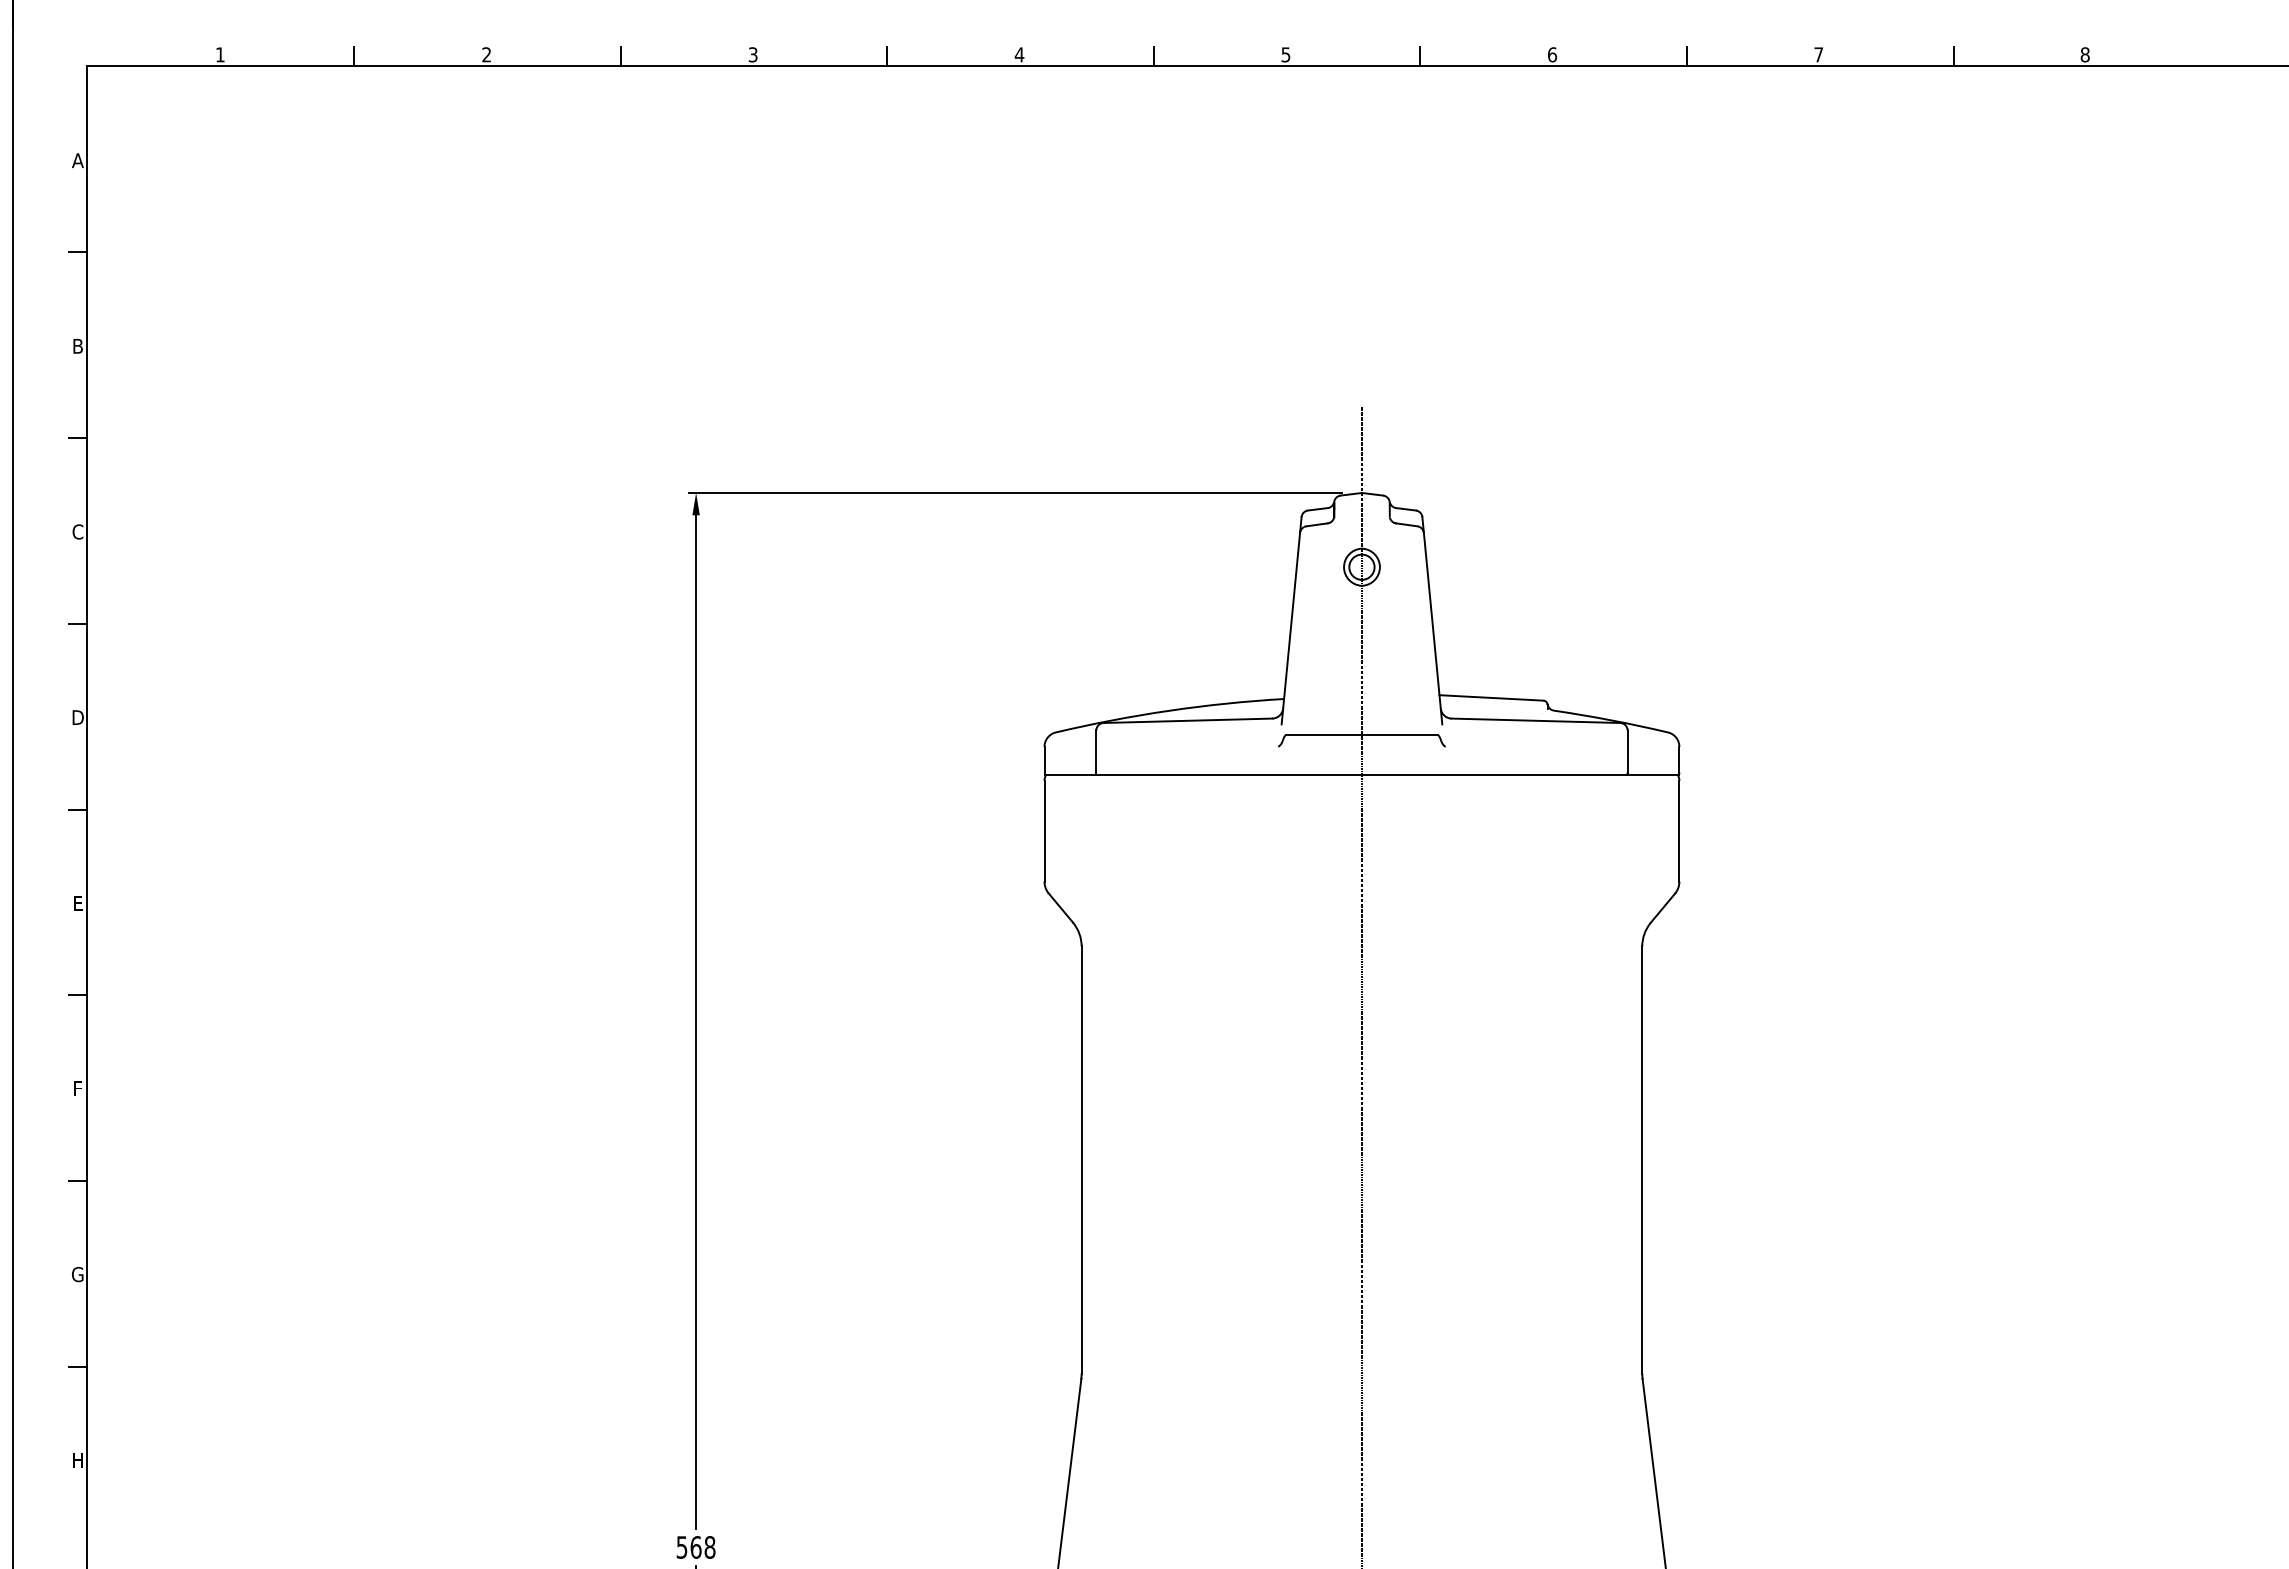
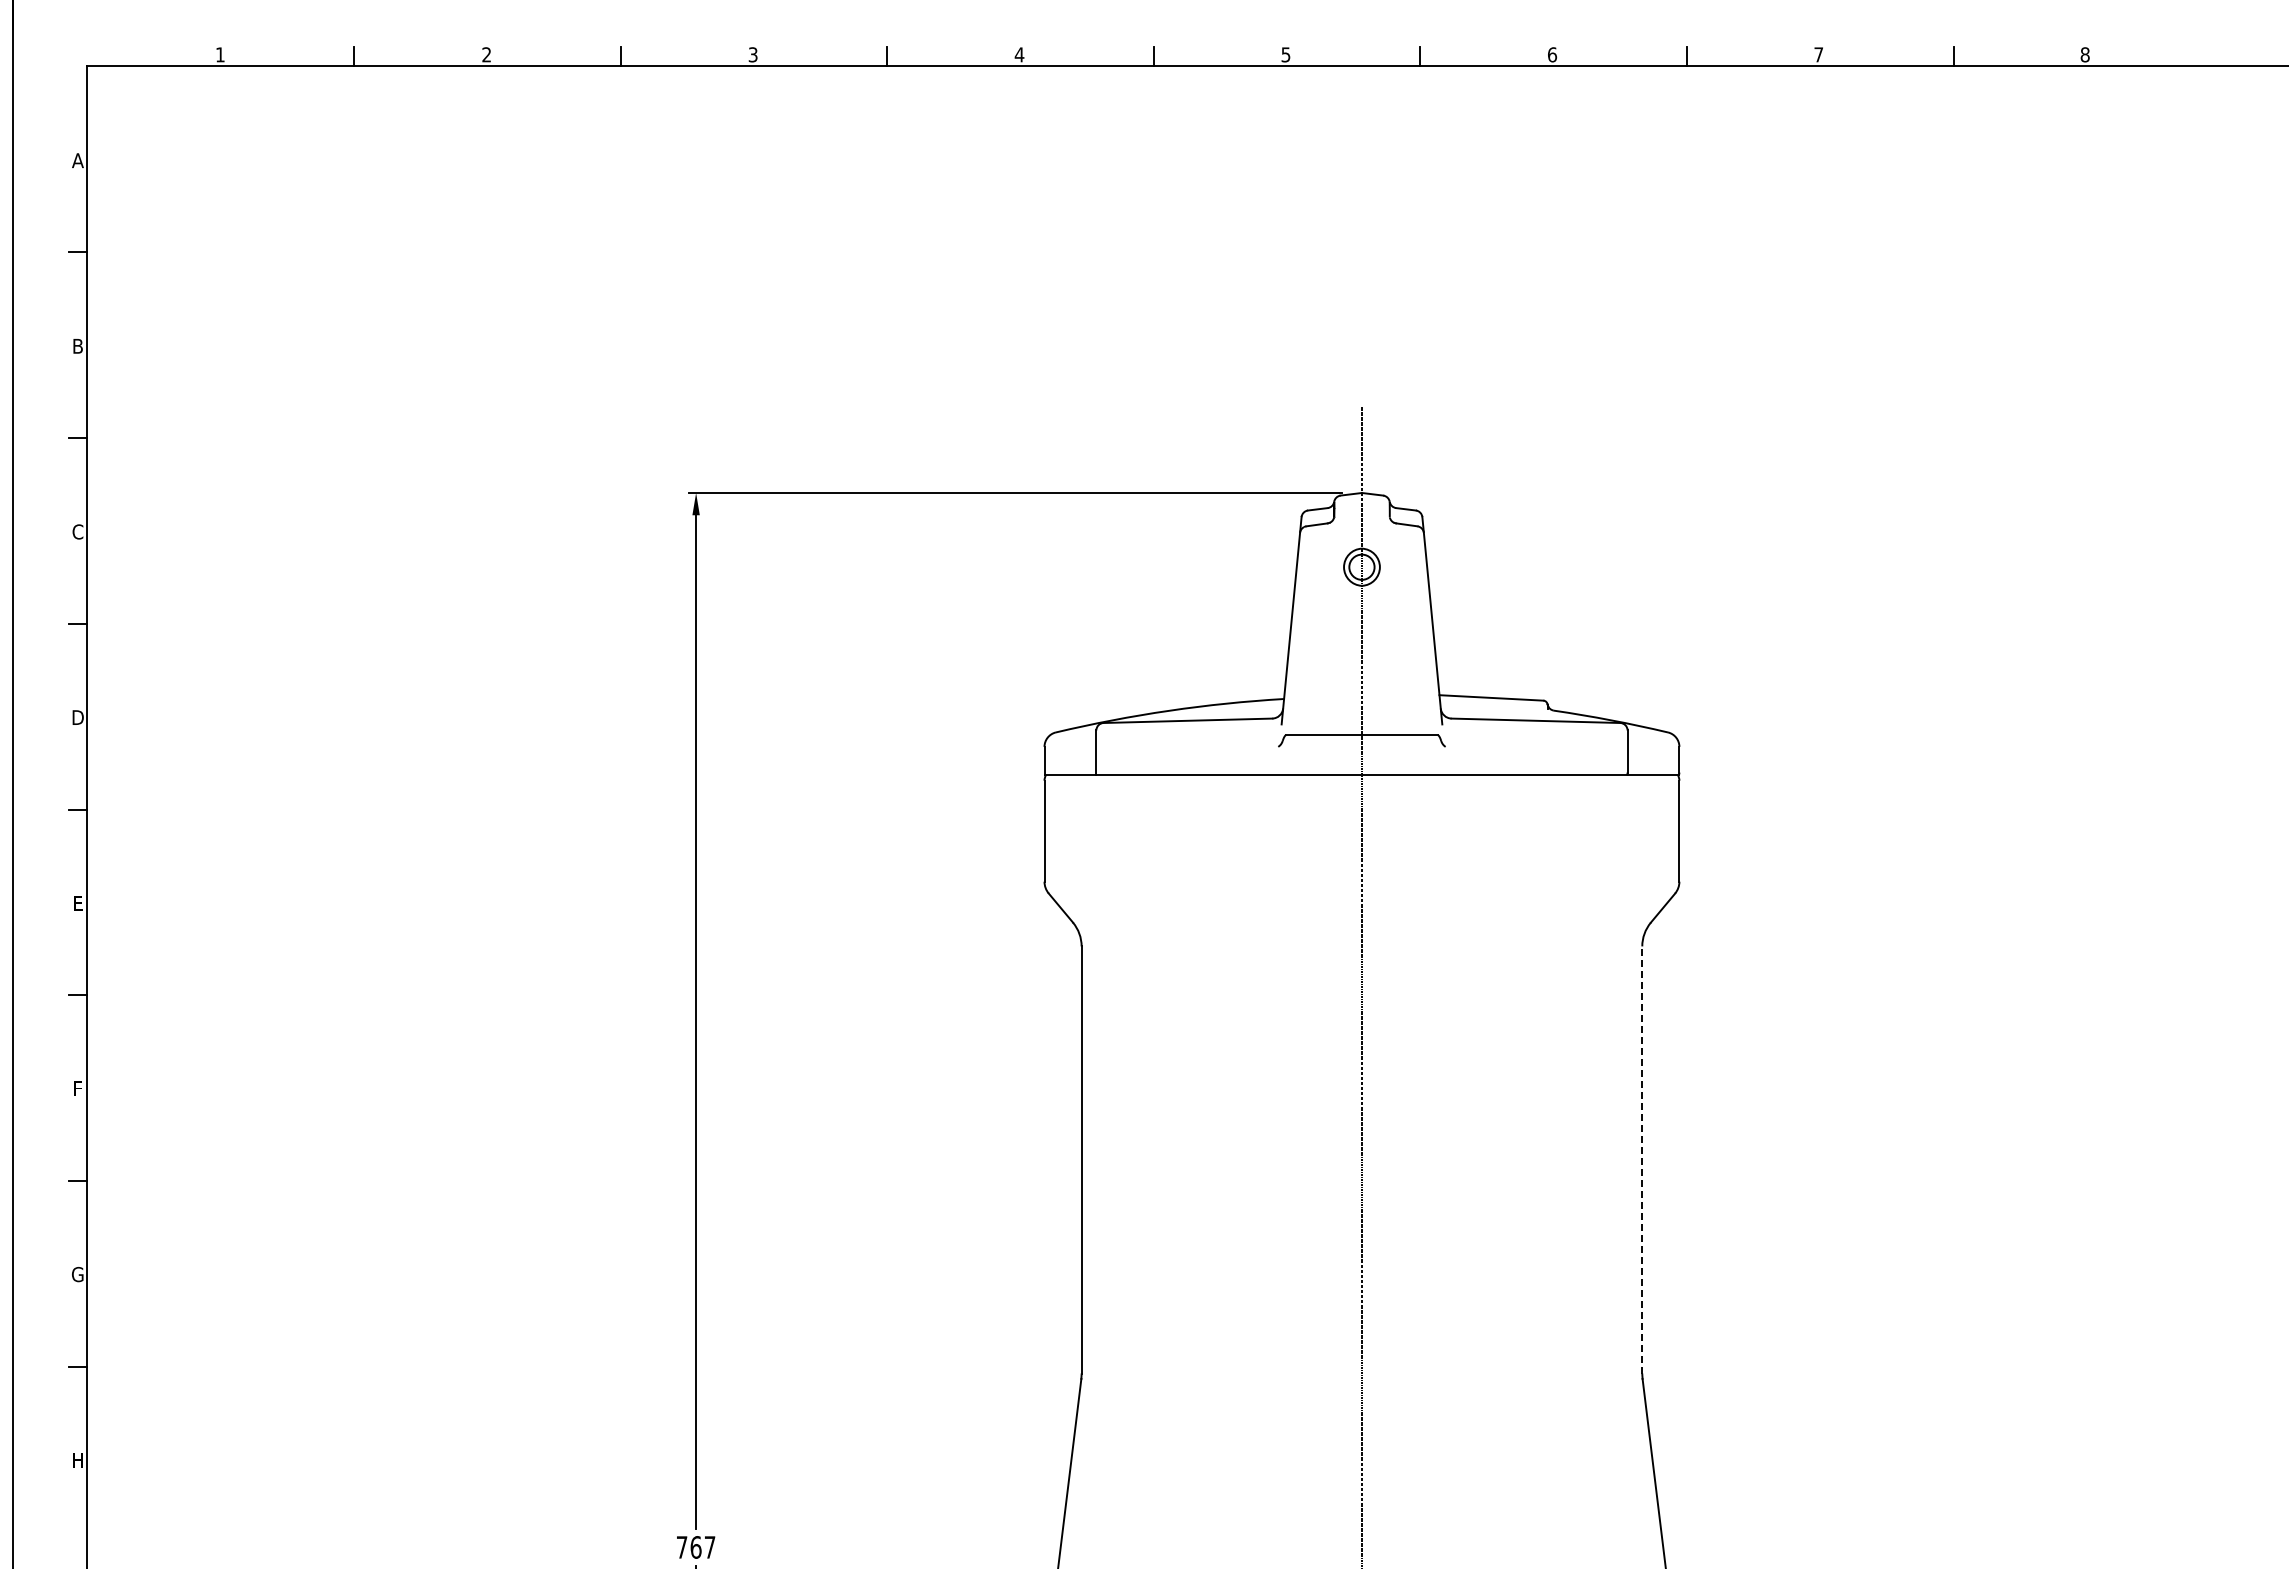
line at (1642, 1160): solid -> dashed
text at (695, 1547): 568 -> 767
